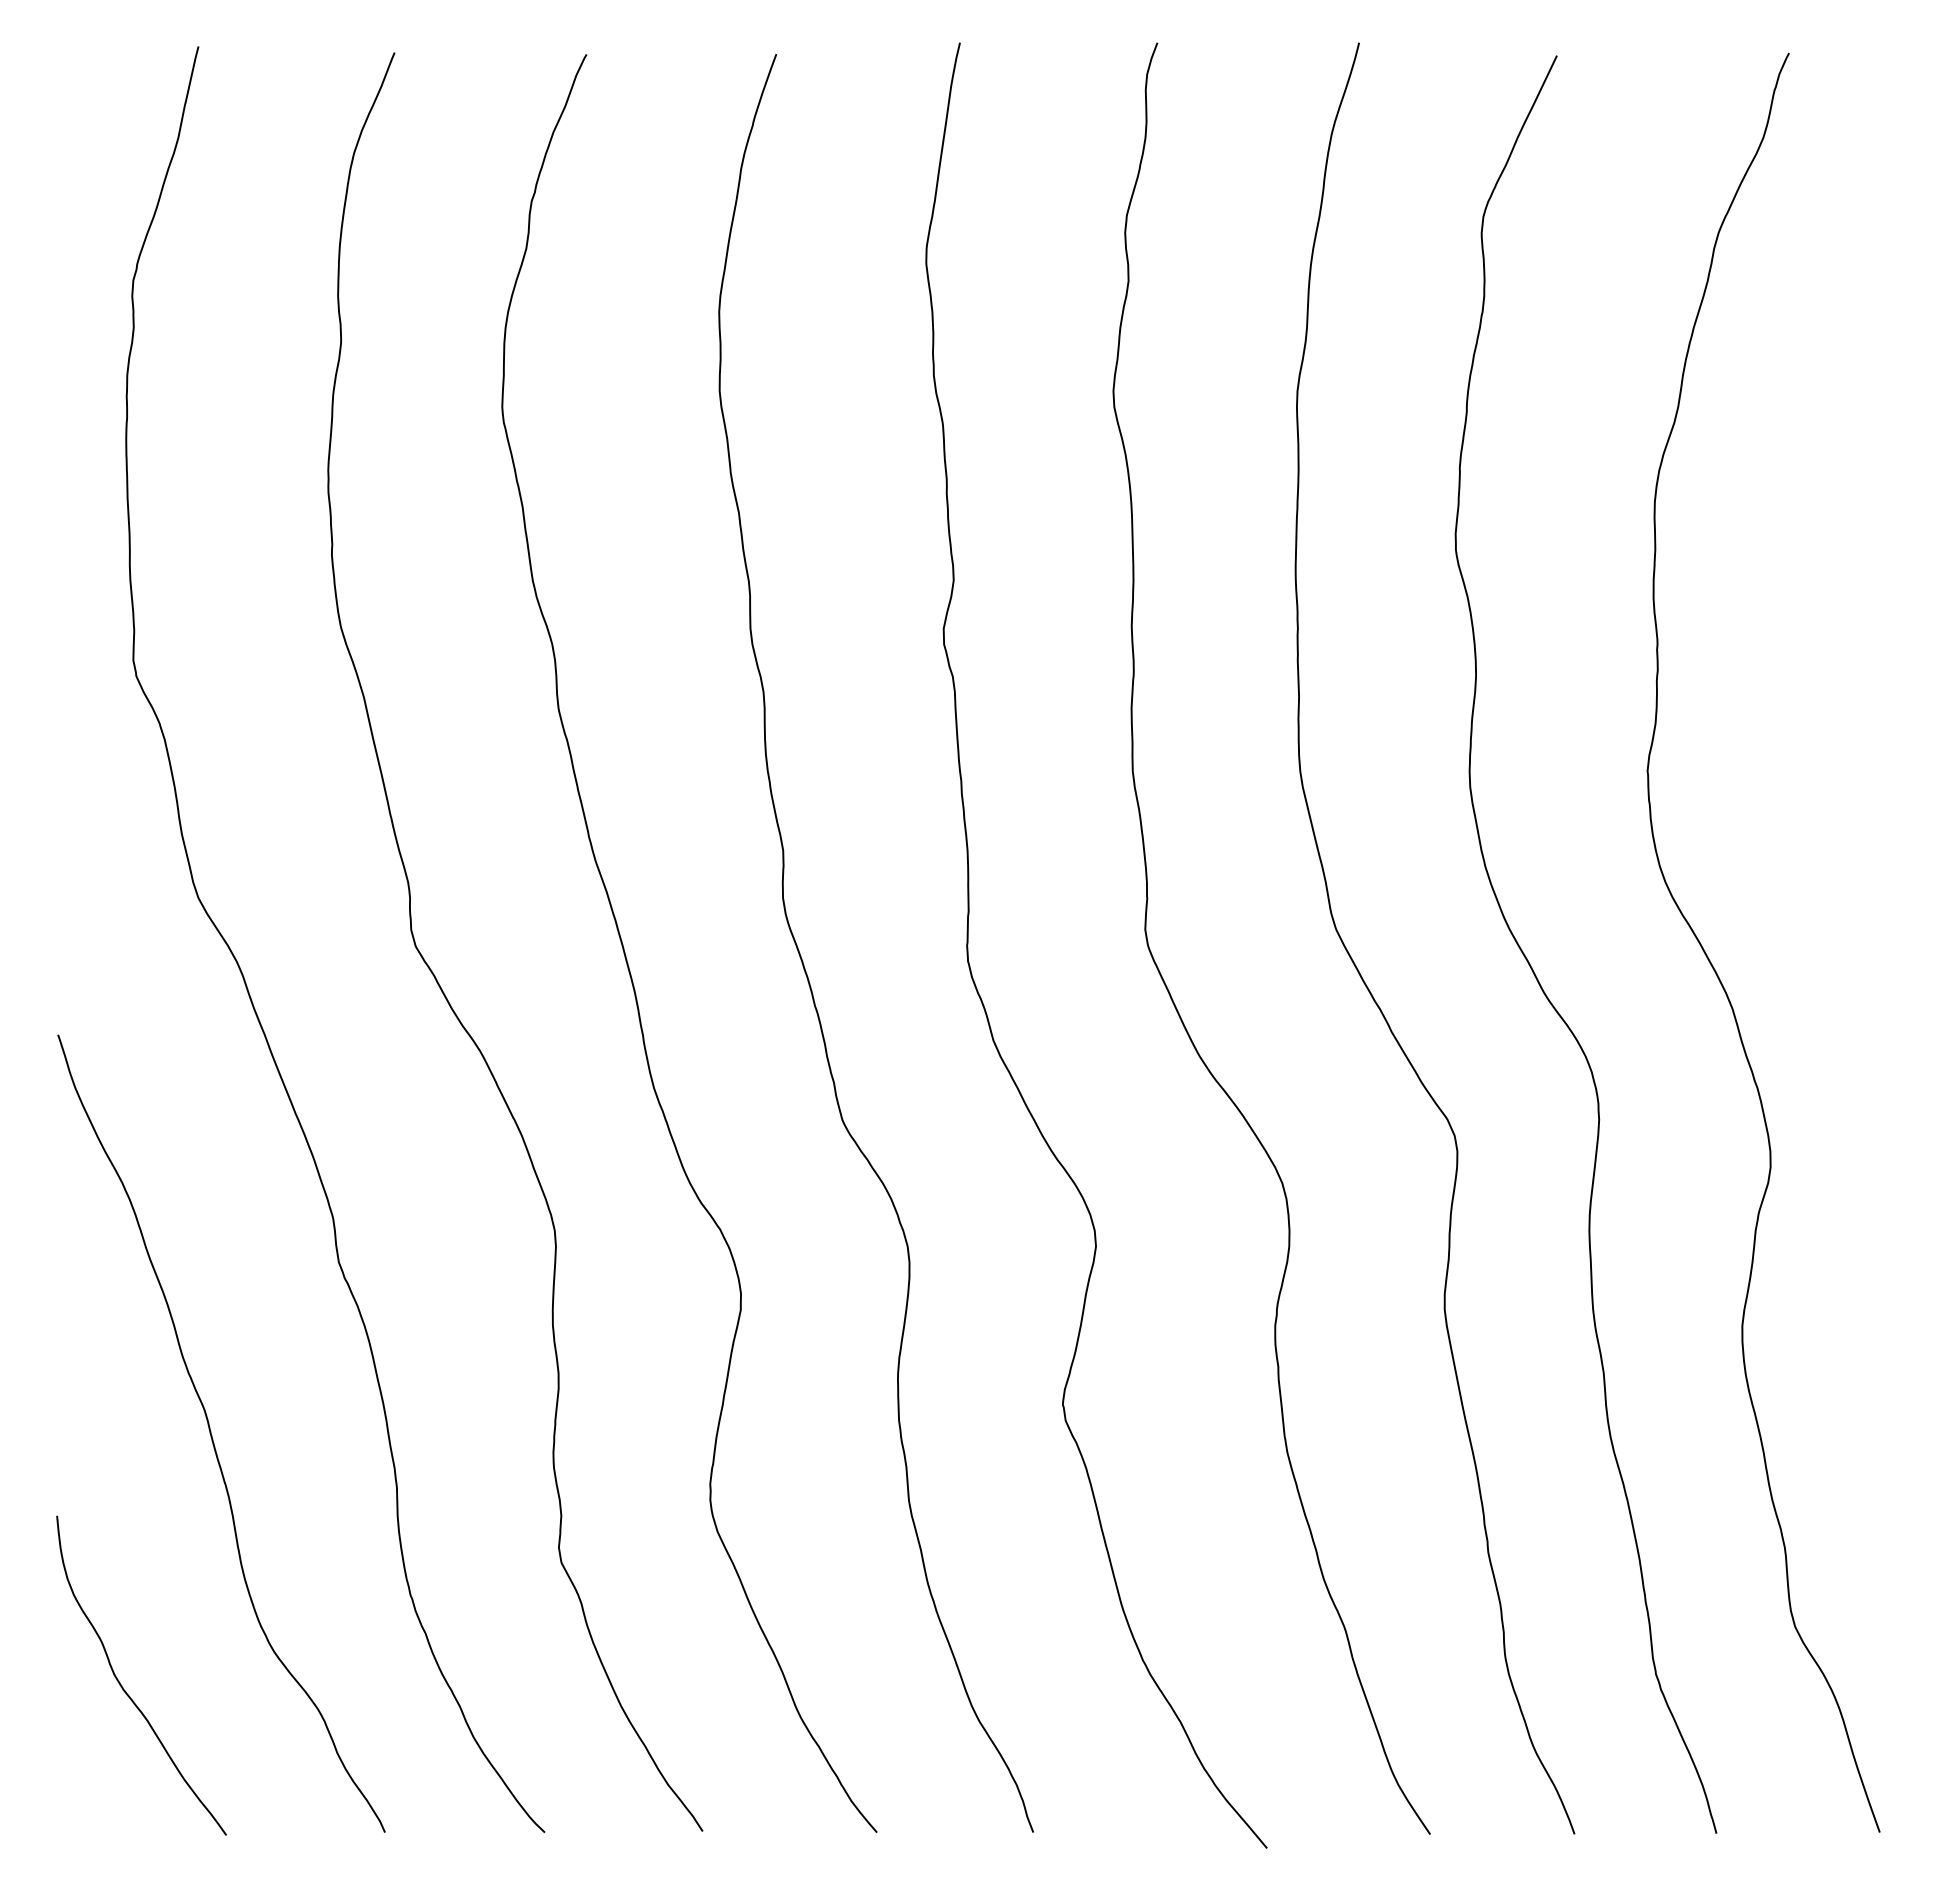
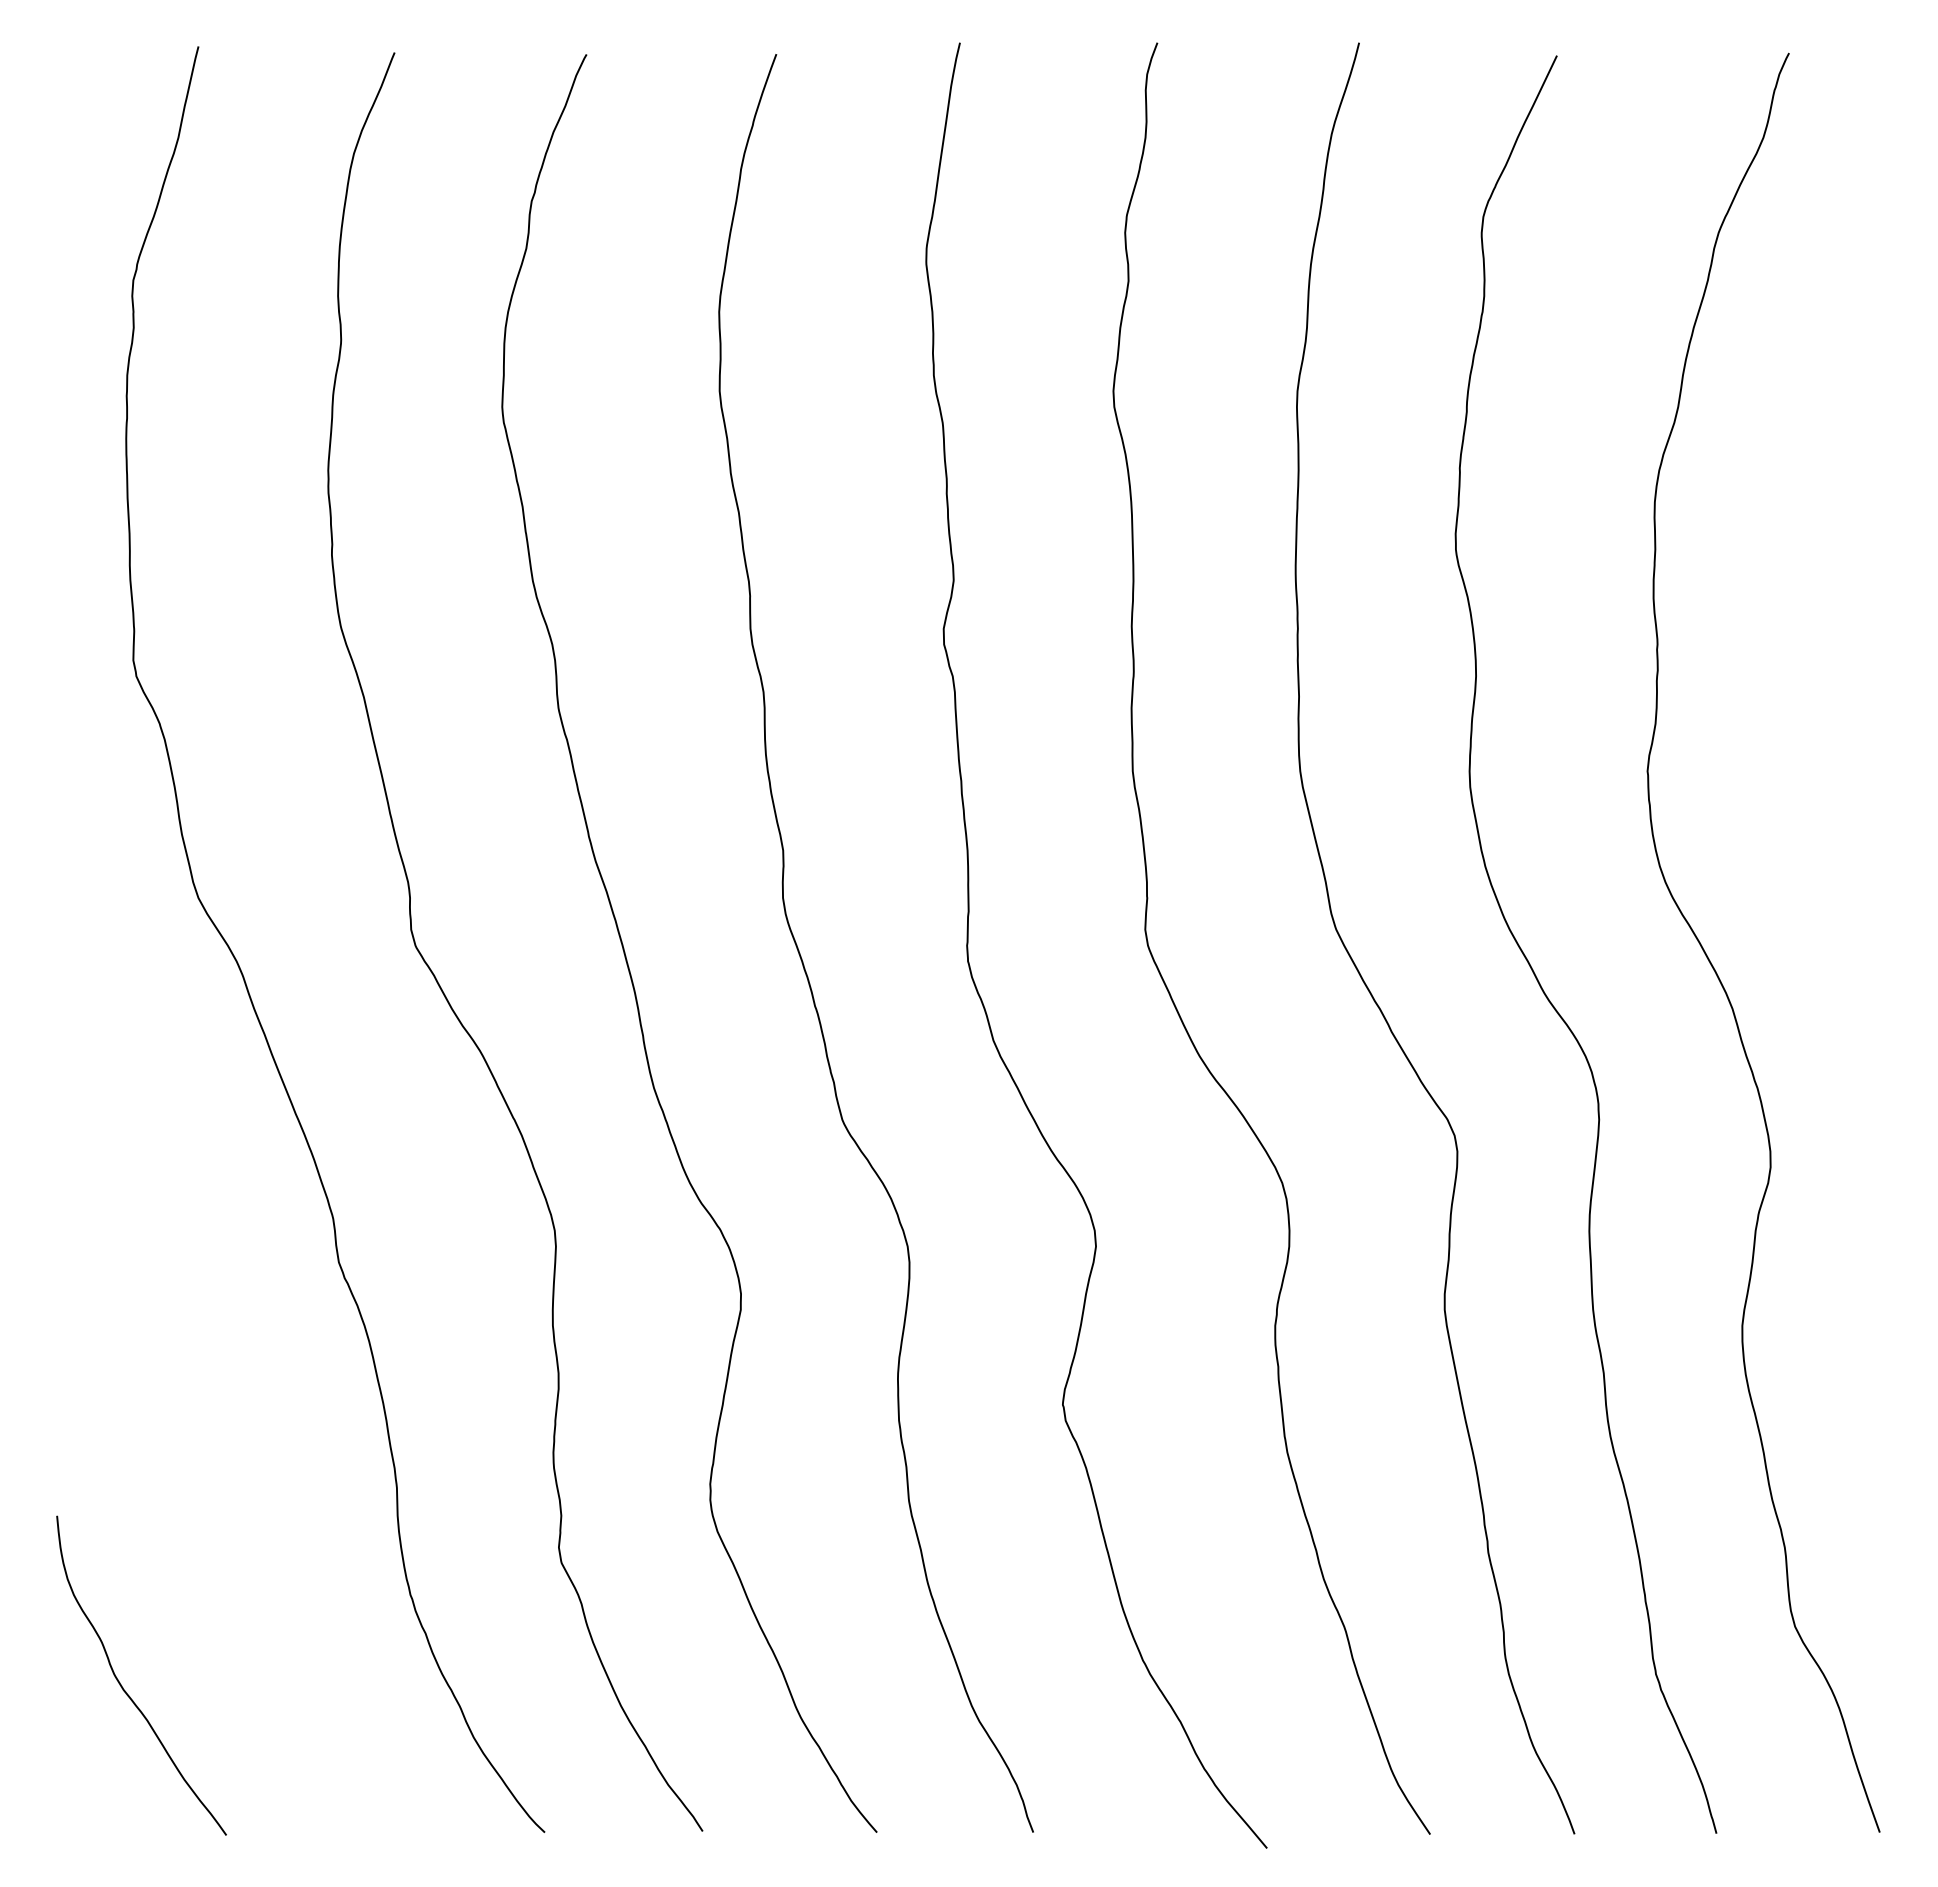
curve at (212, 1435): present -> none
